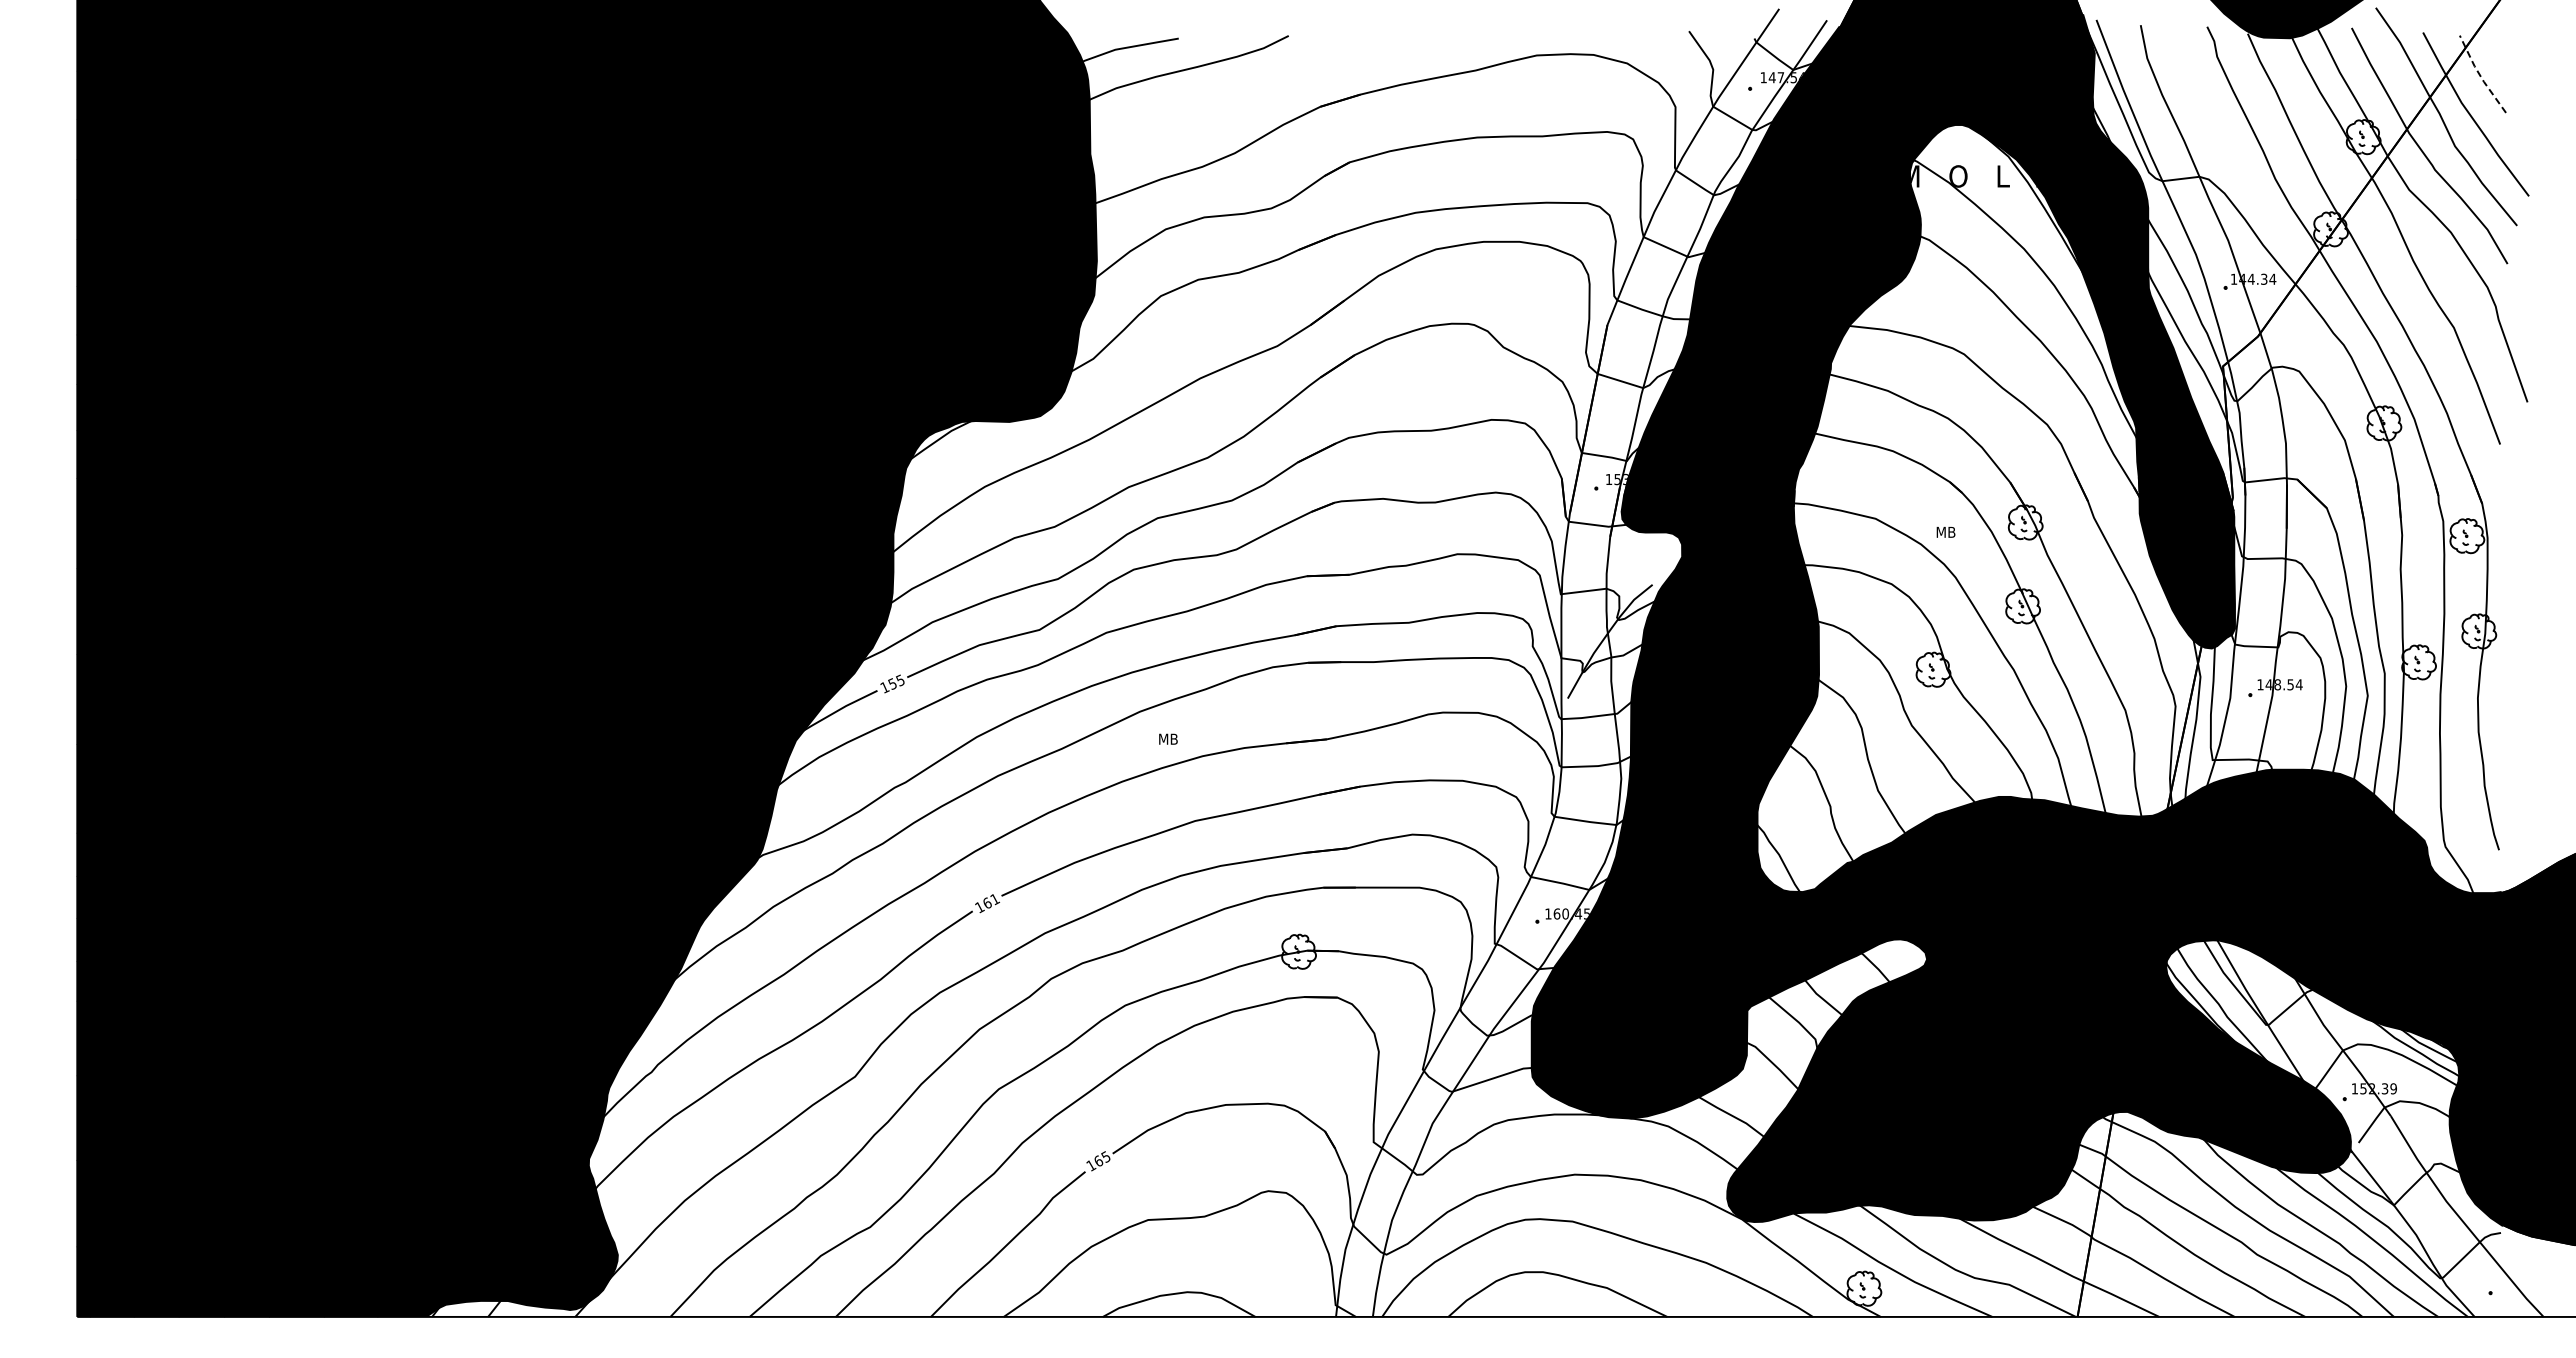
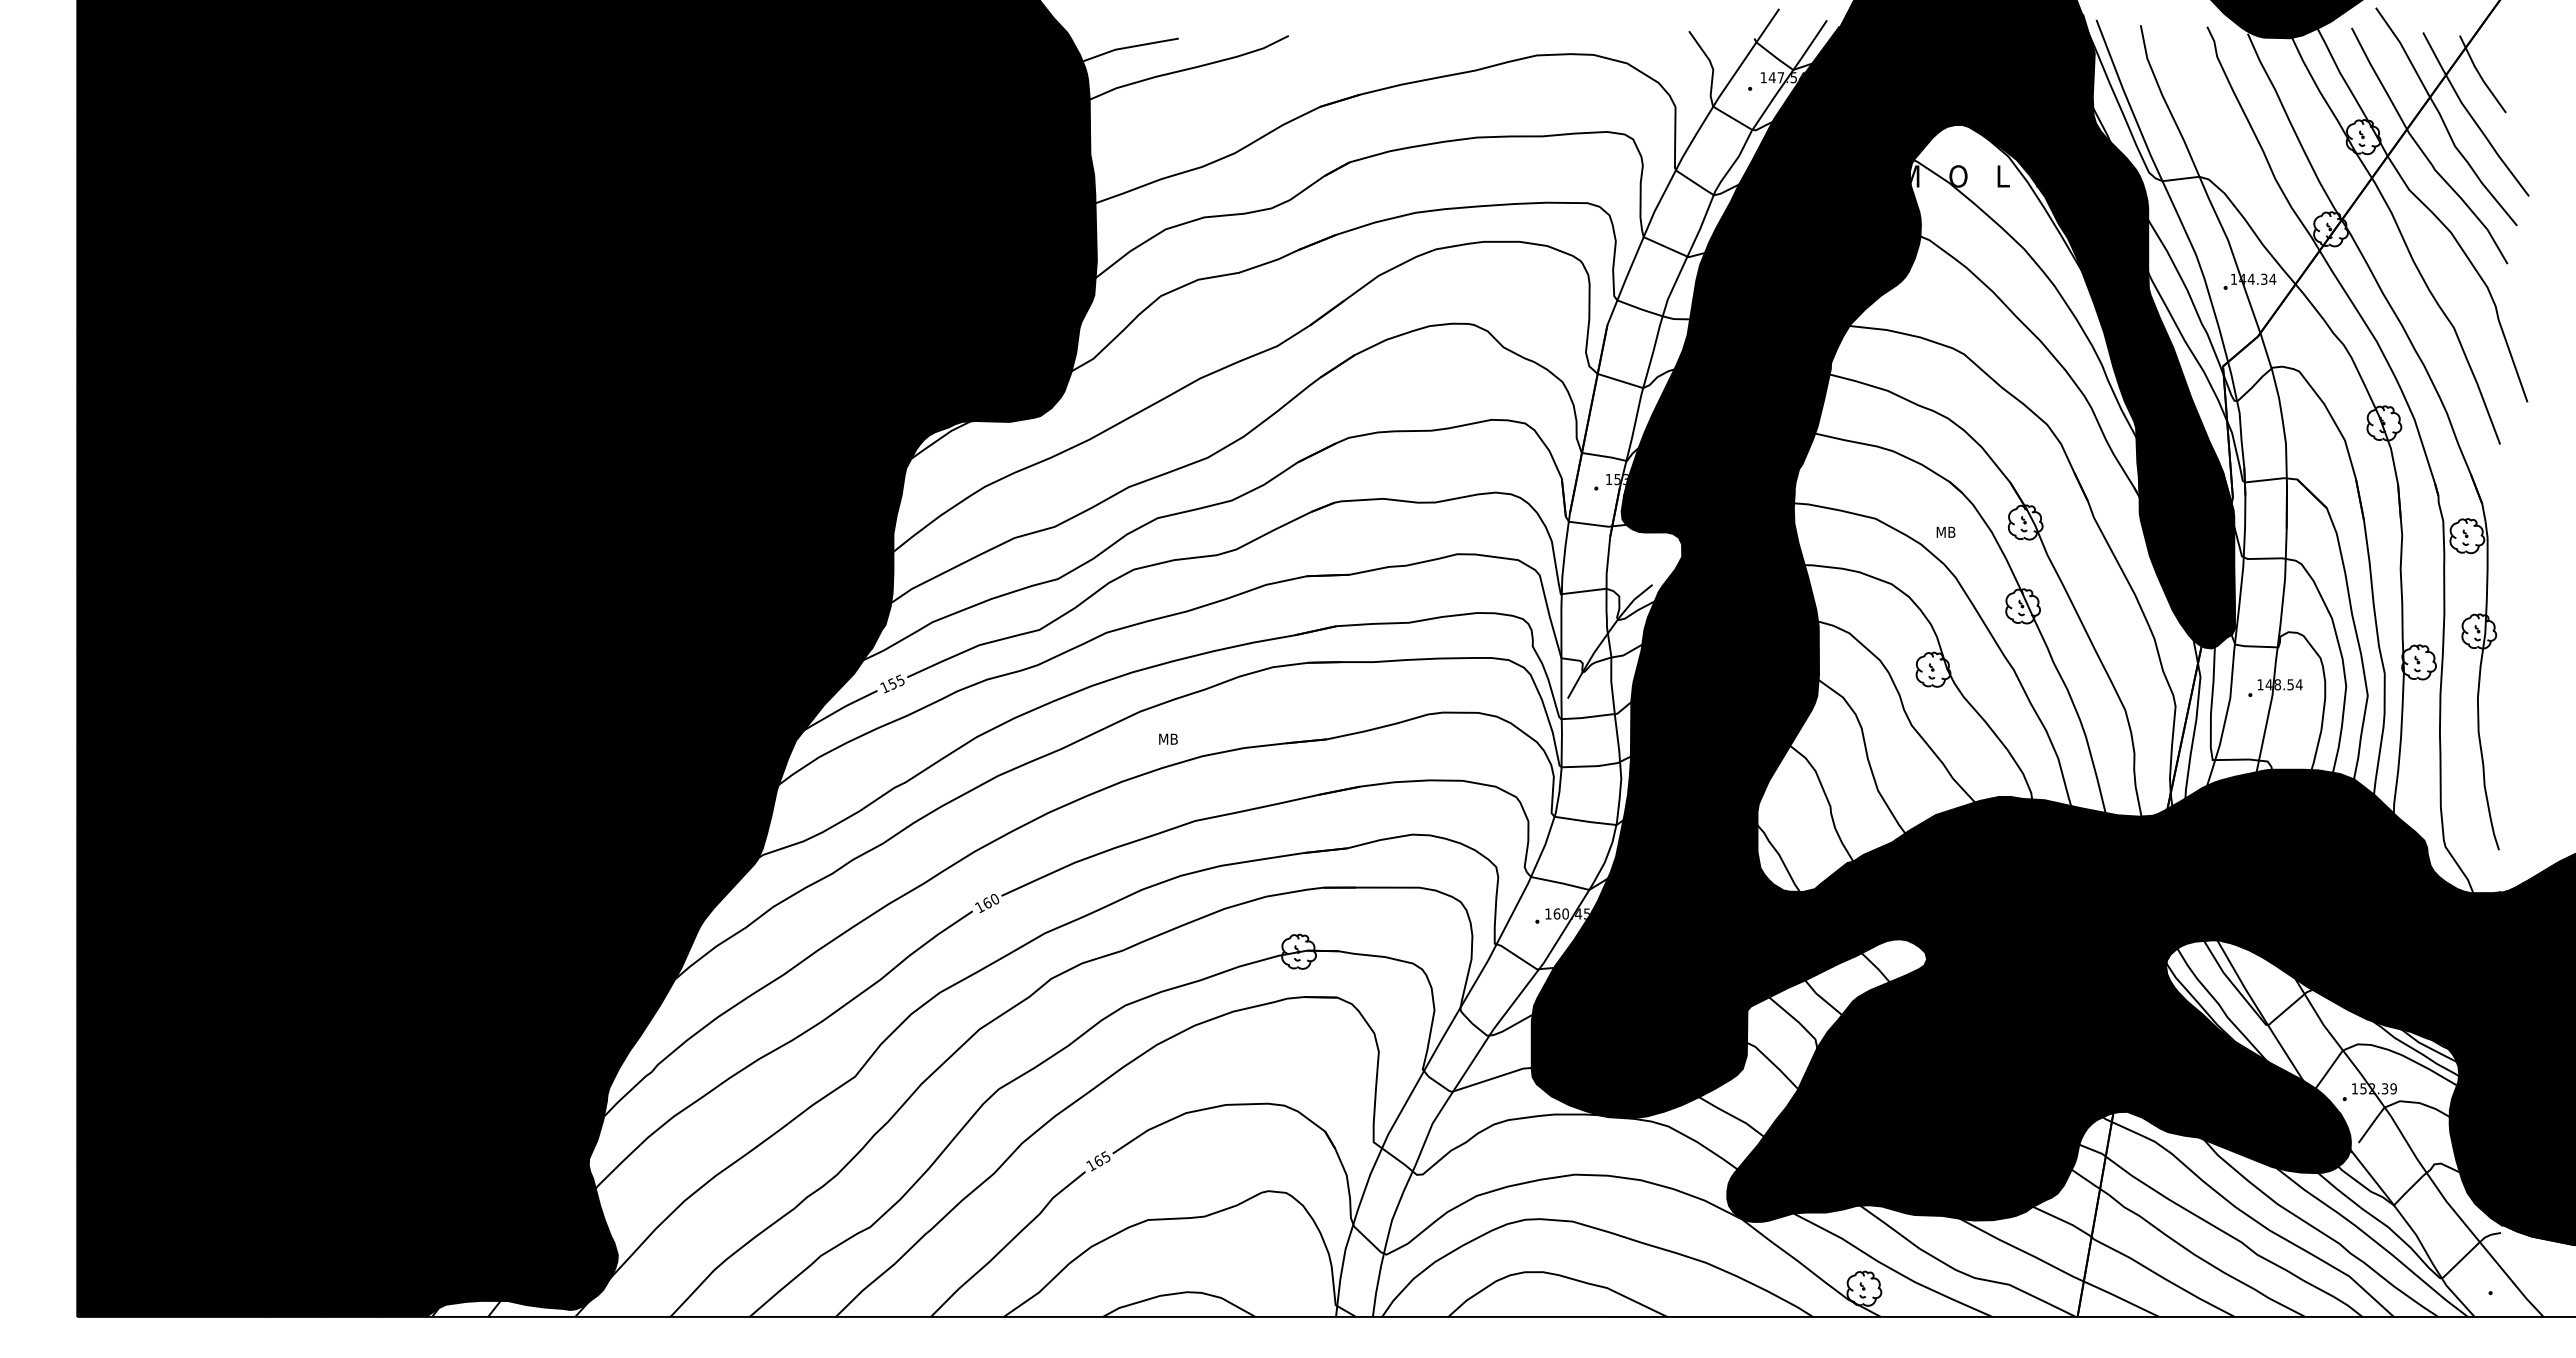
line at (2480, 75): dashed -> solid
text at (995, 899): 161 -> 160
